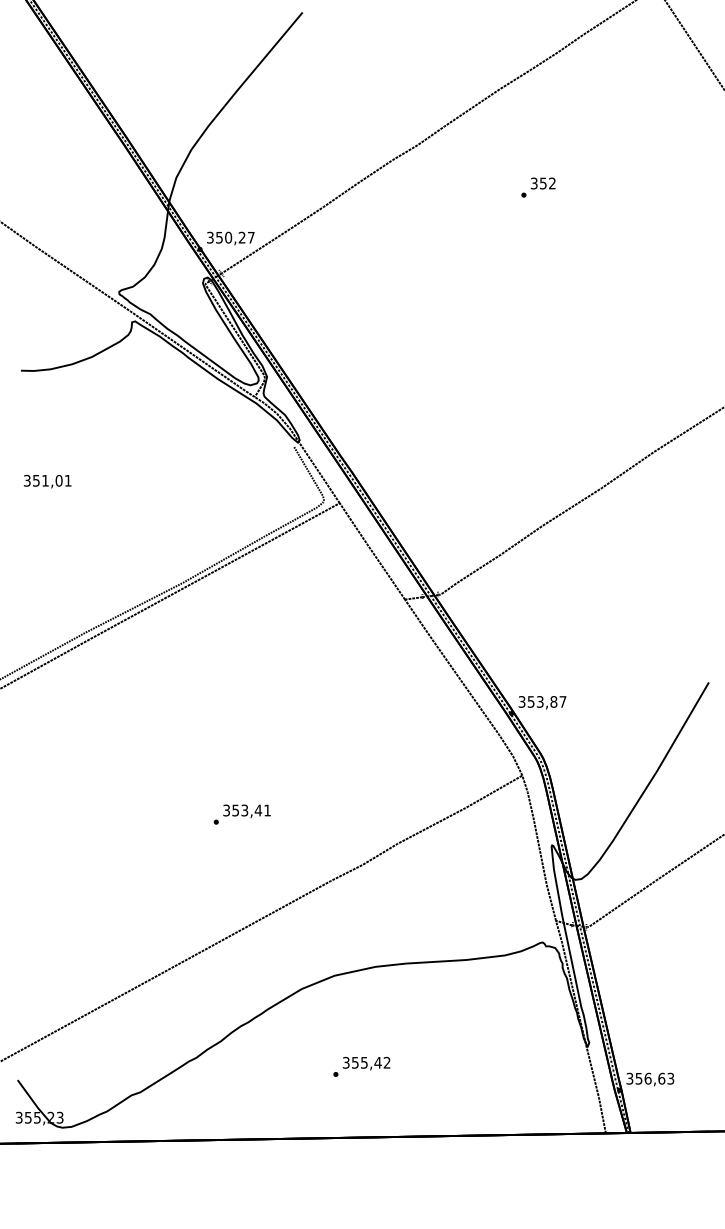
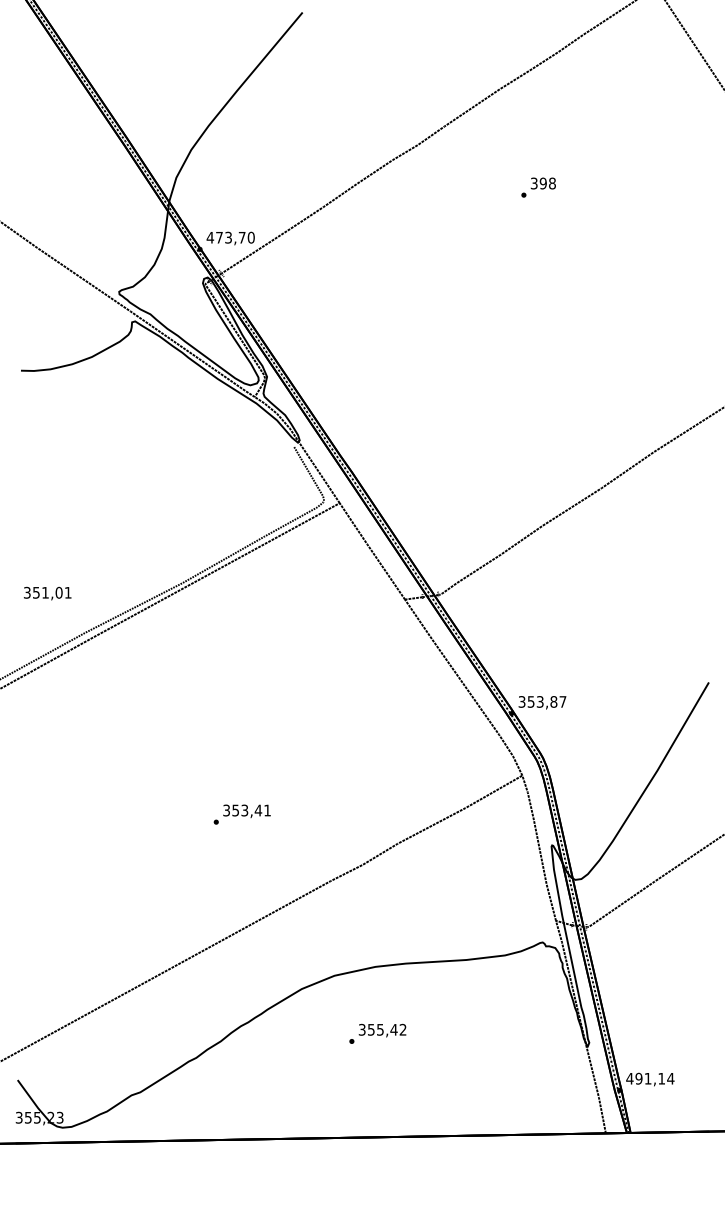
text at (547, 183): 352 -> 398
text at (230, 237): 350,27 -> 473,70
text at (47, 481) position: (47, 481) -> (47, 593)
text at (361, 1066) position: (361, 1066) -> (377, 1033)
text at (650, 1078): 356,63 -> 491,14
